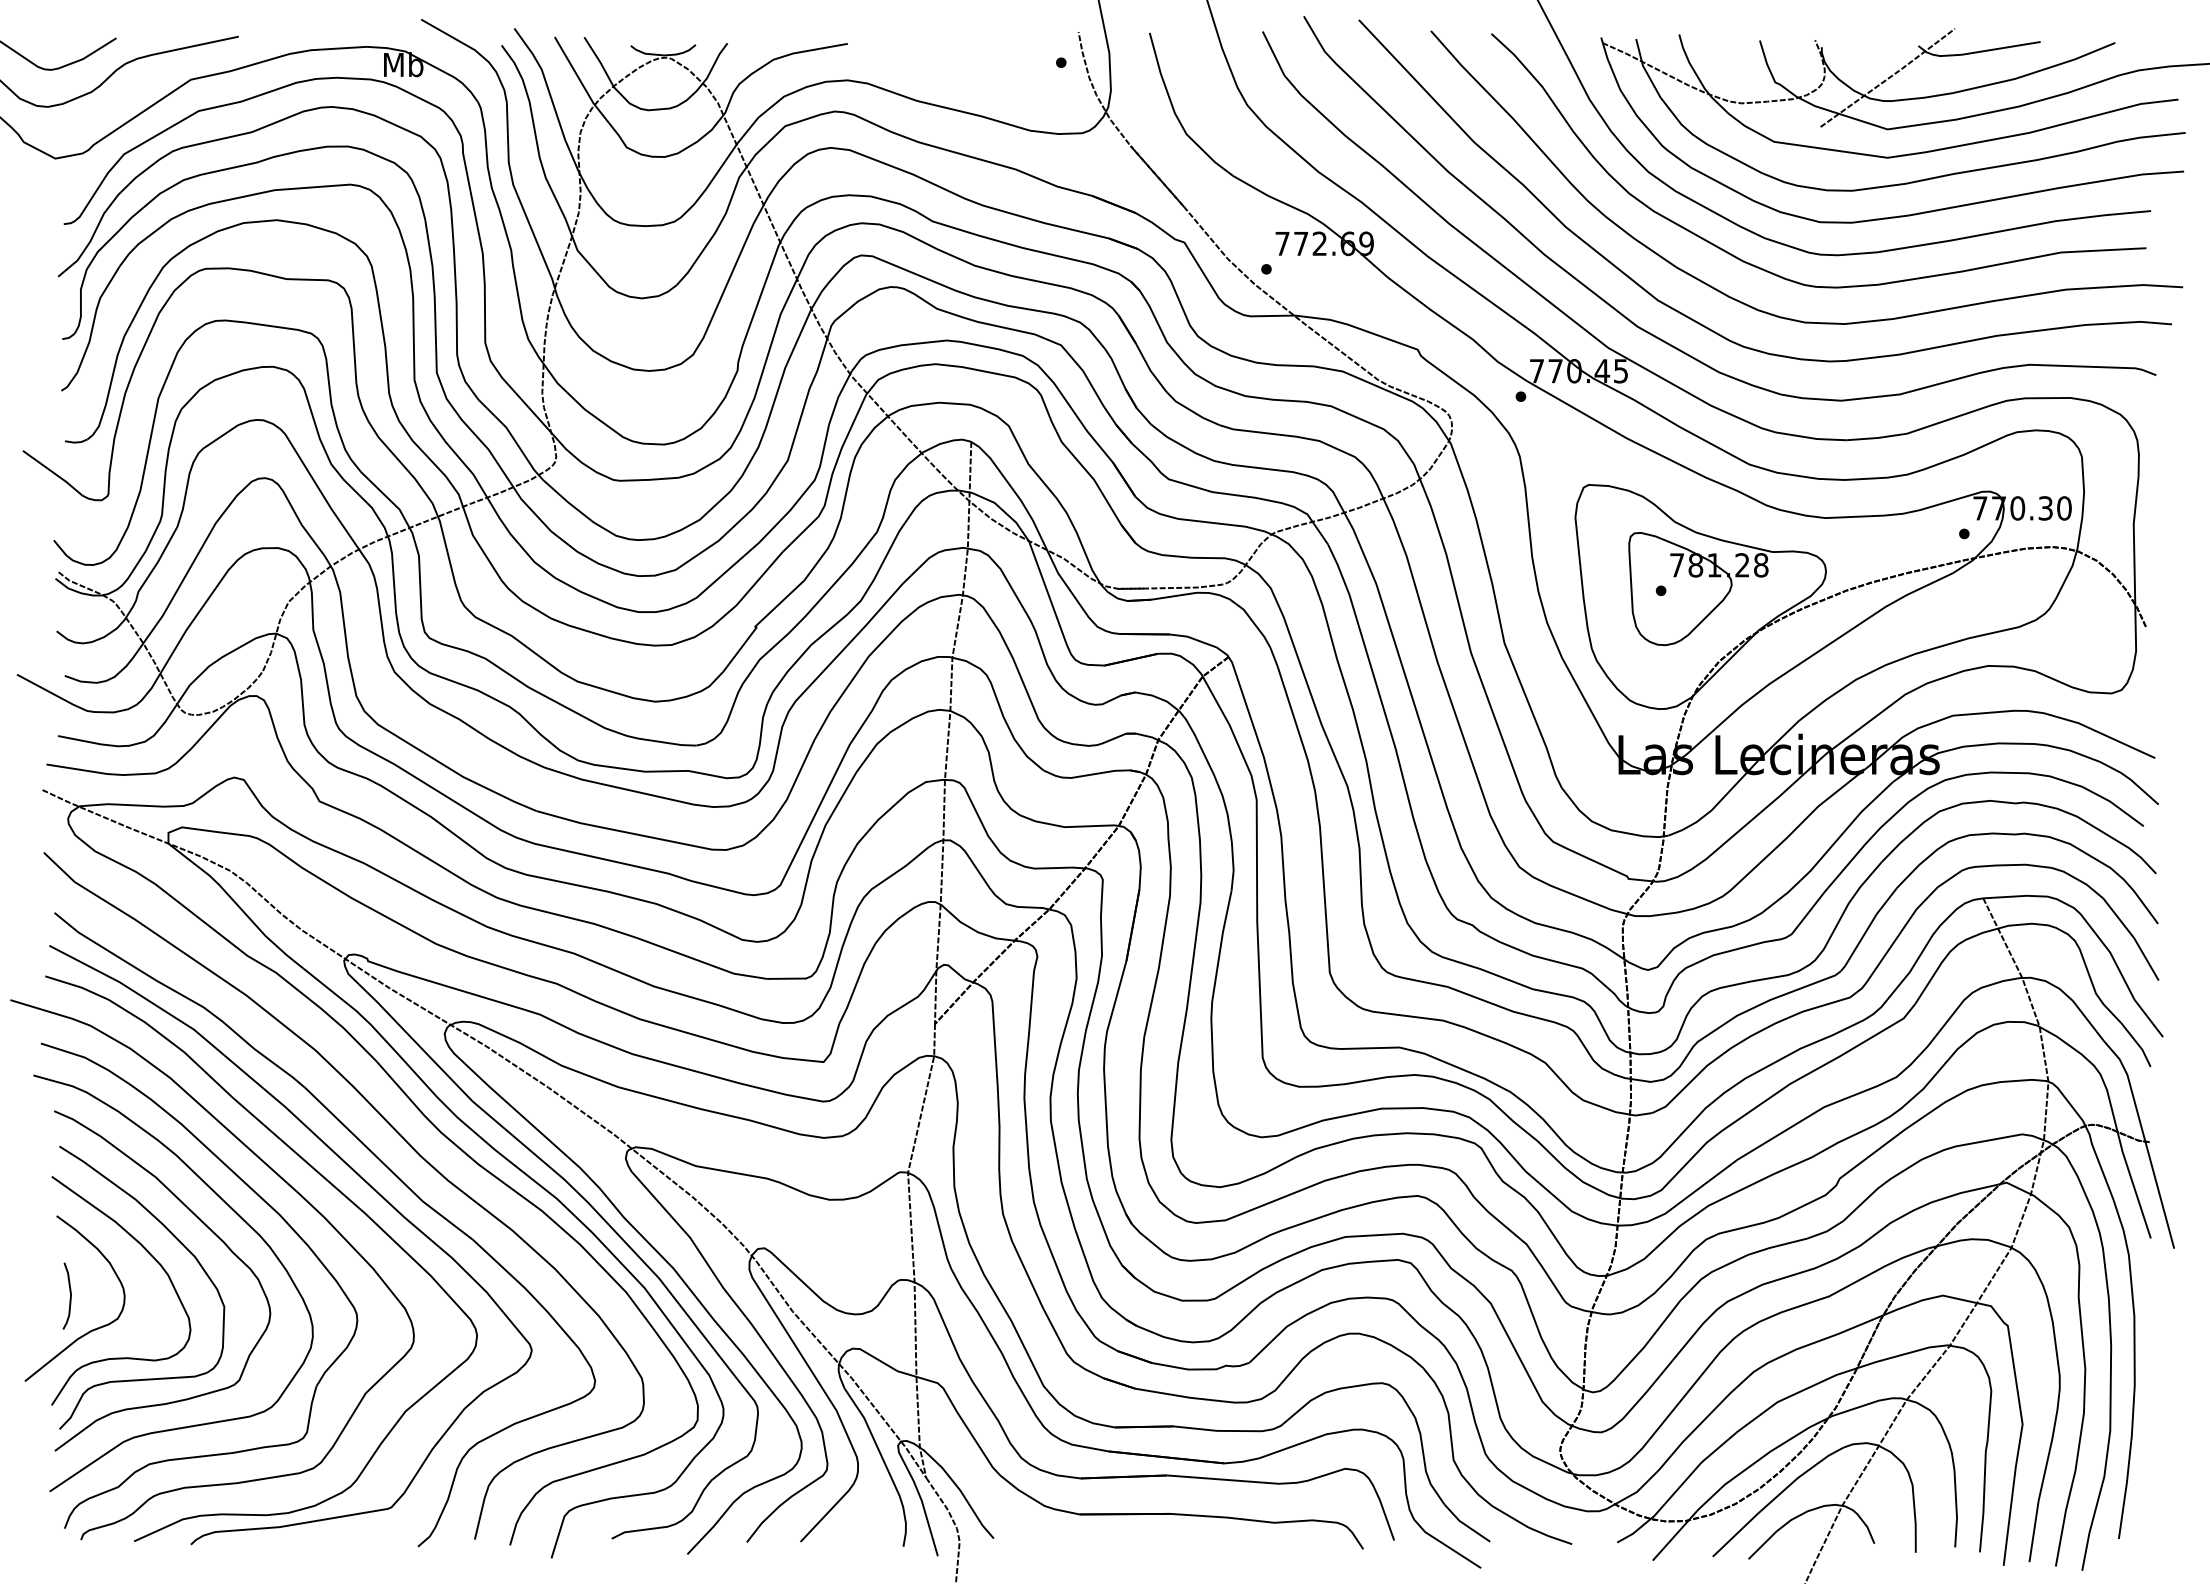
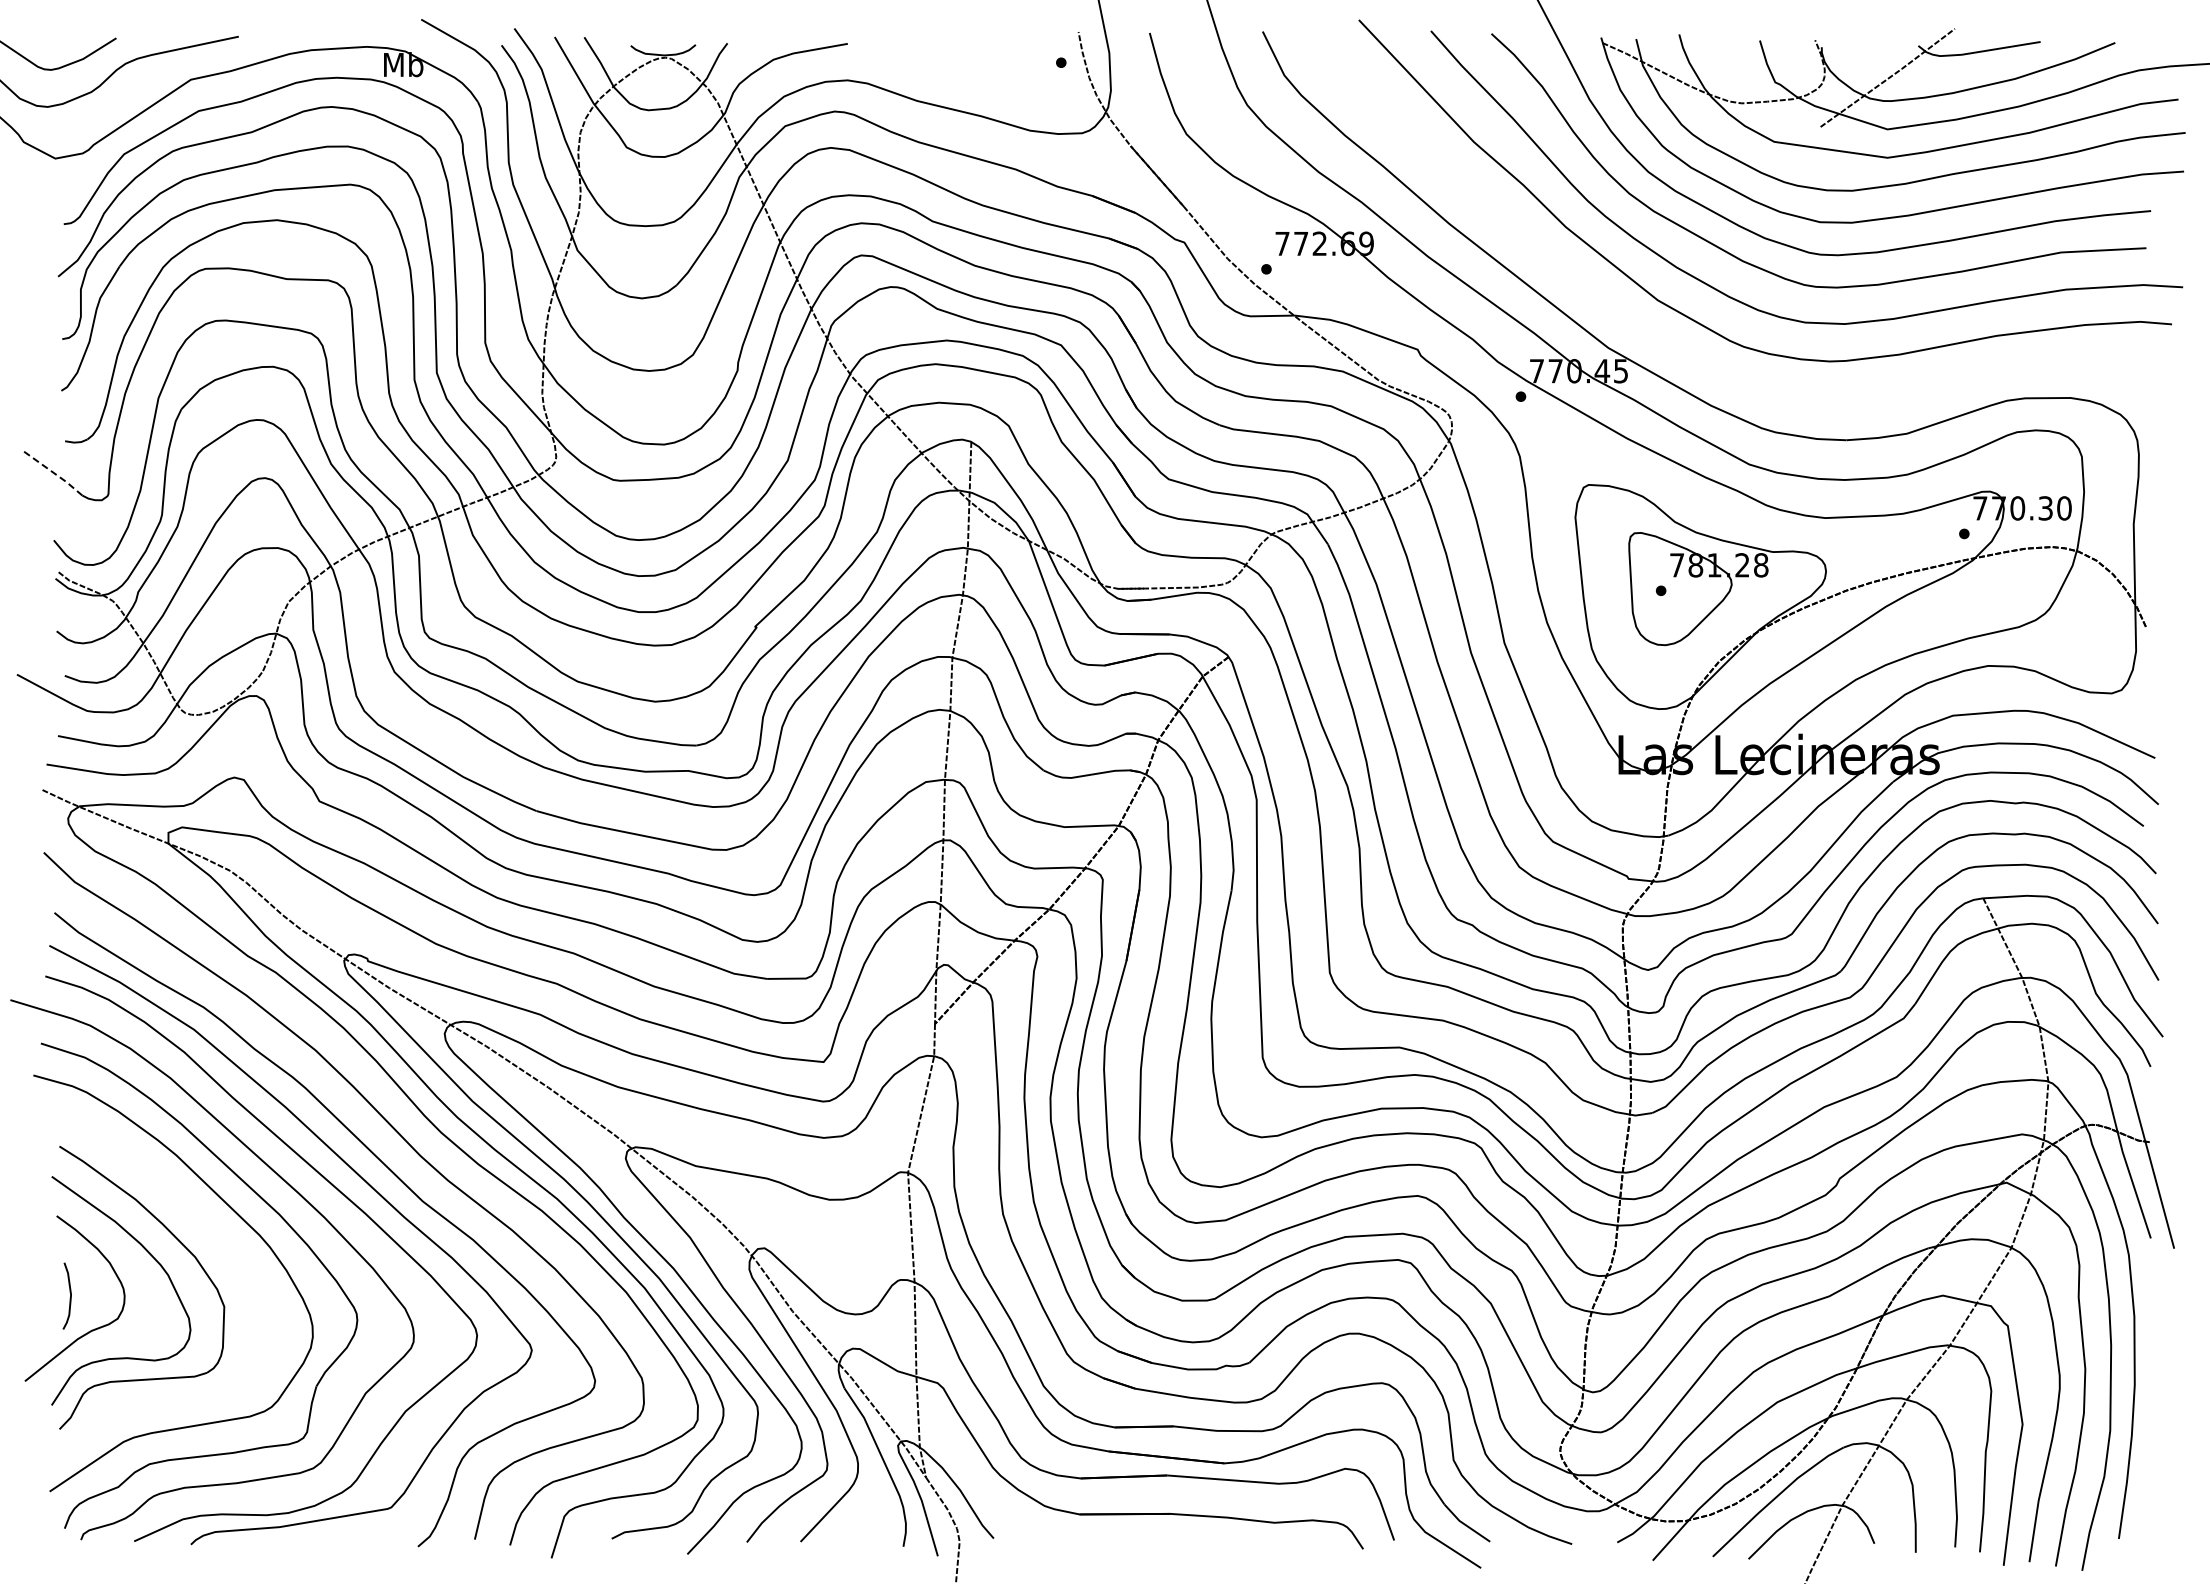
curve at (1659, 337): present -> none
line at (53, 472): solid -> dashed
part at (207, 1228): present -> none
